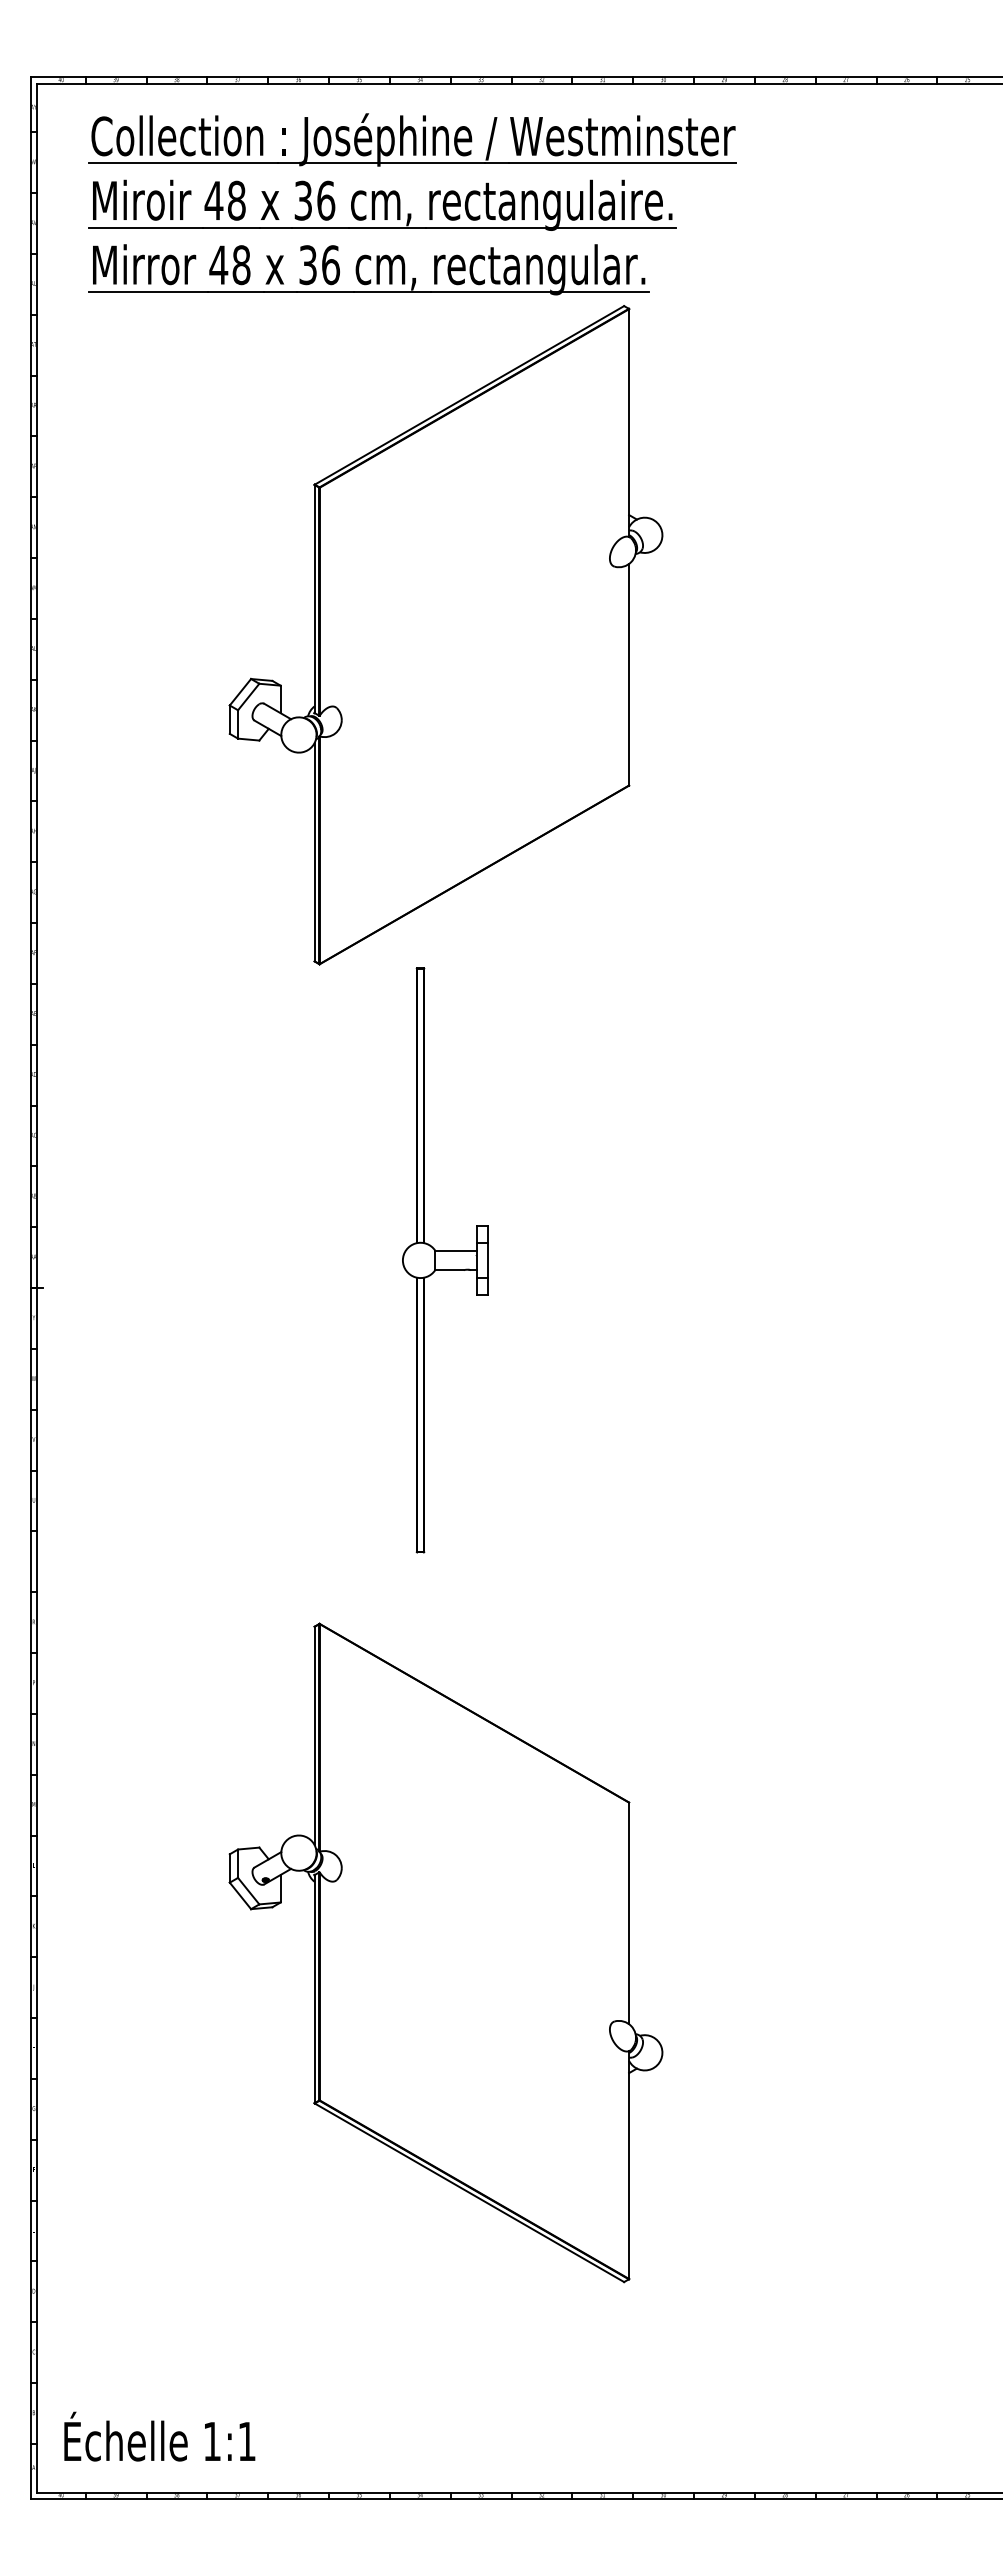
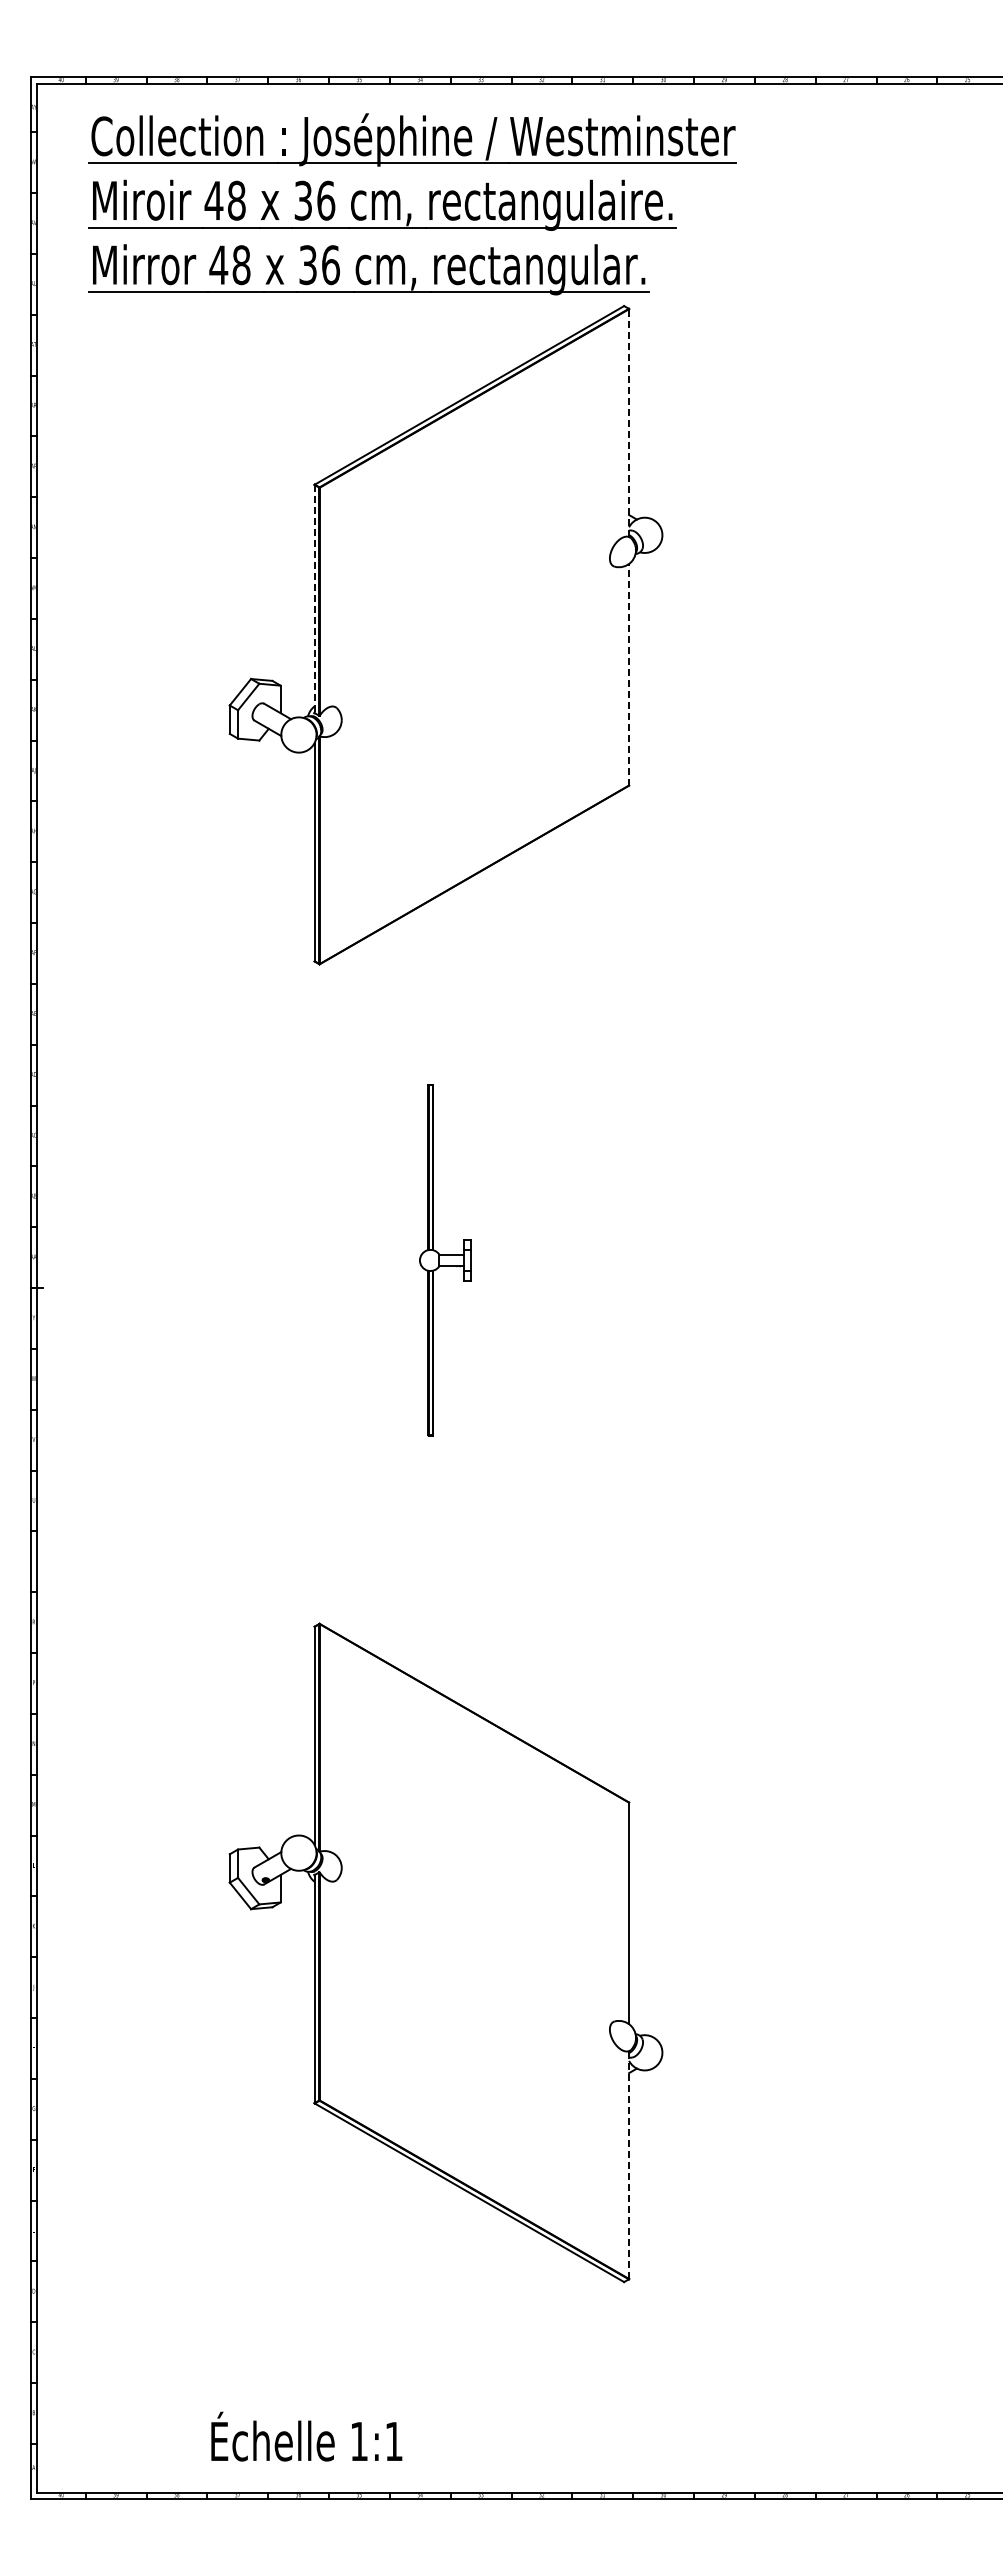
line at (629, 423): solid -> dashed
line at (314, 599): solid -> dashed
line at (629, 674): solid -> dashed
part at (445, 1260) size: 87x587 px -> 53x353 px
line at (629, 2165): solid -> dashed
text at (159, 2436) position: (159, 2436) -> (306, 2436)
